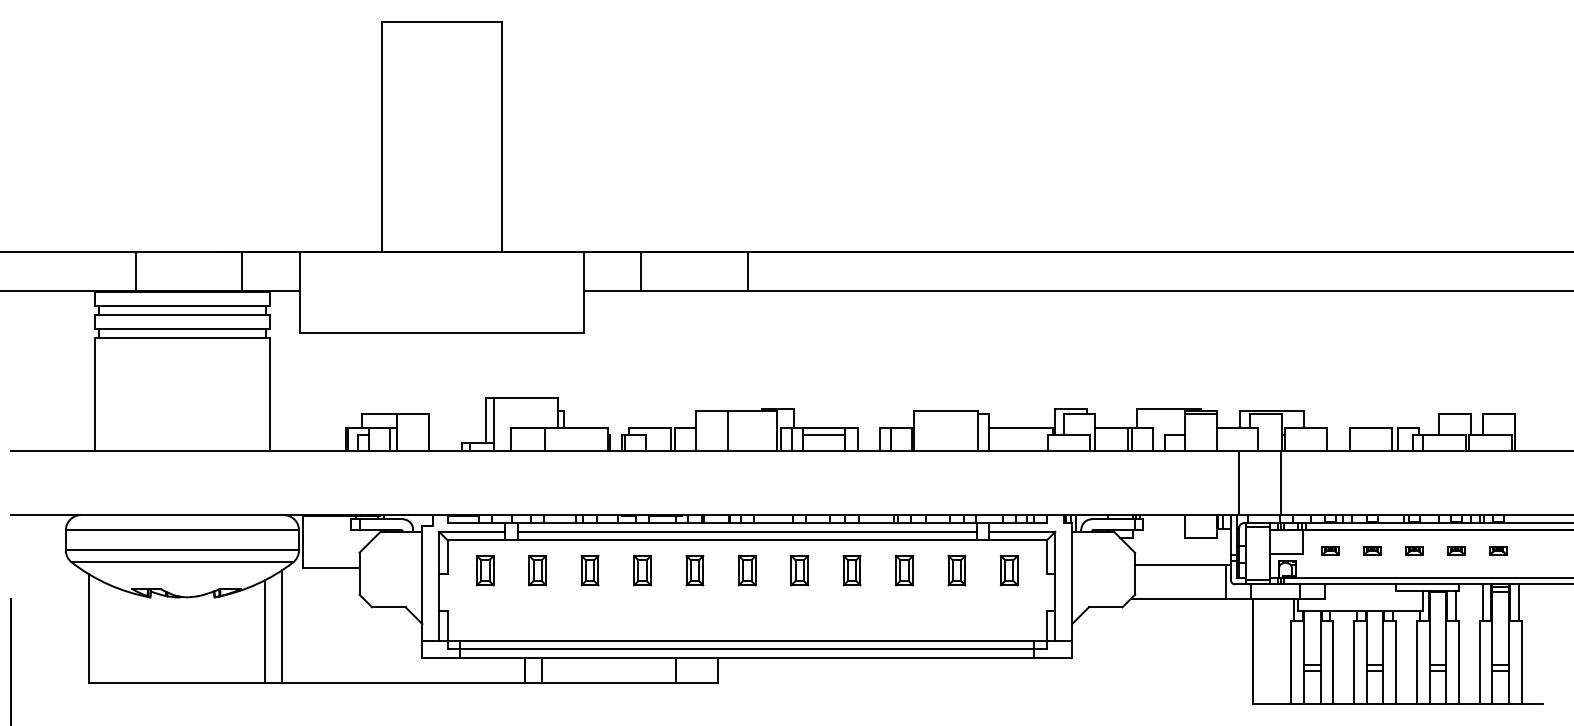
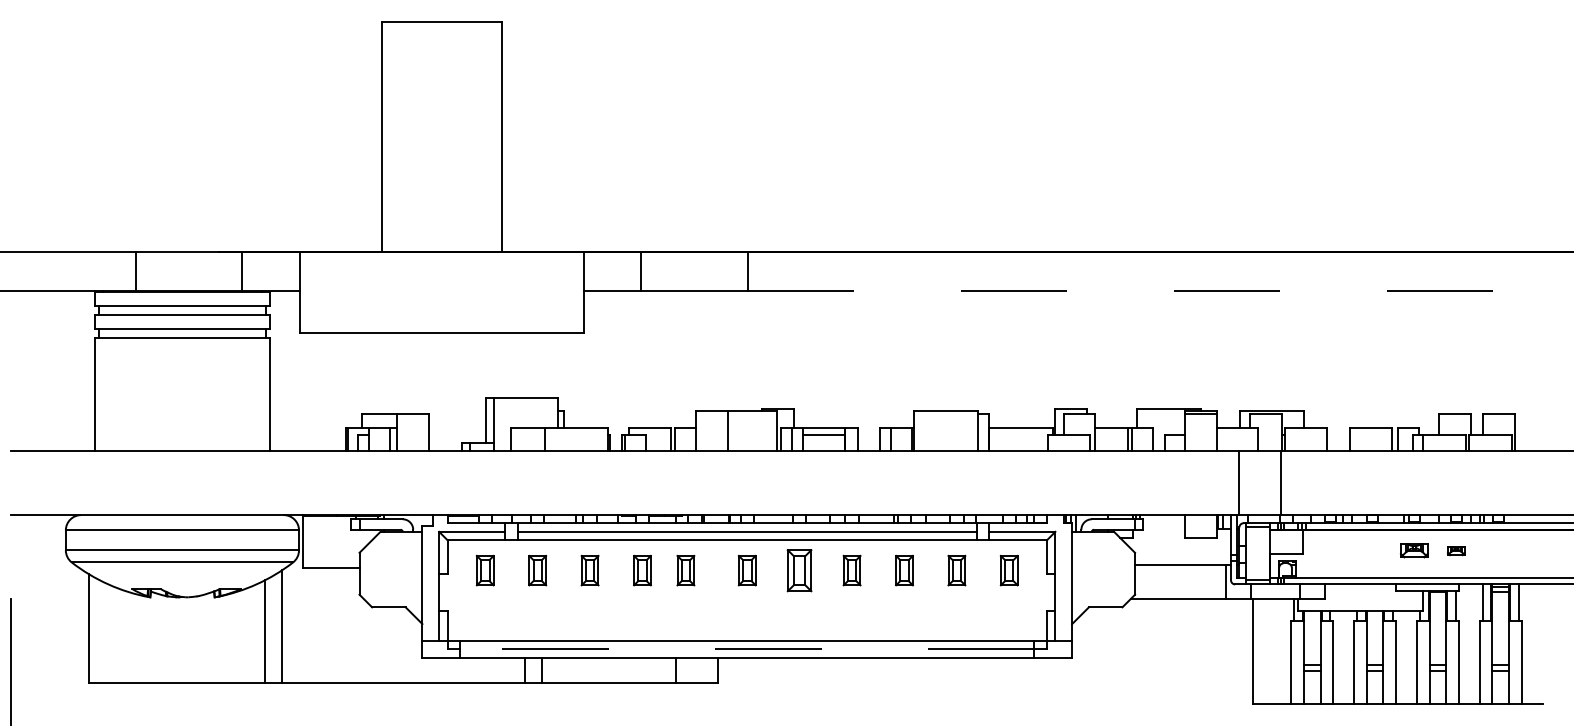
line at (1160, 290): solid -> dashed
part at (1330, 551): present -> none
part at (1372, 551): present -> none
part at (1414, 551) size: 19x11 px -> 29x16 px
part at (1497, 551): present -> none
part at (694, 570) position: (694, 570) -> (685, 570)
part at (799, 570) size: 20x33 px -> 27x44 px
line at (746, 649): solid -> dashed
